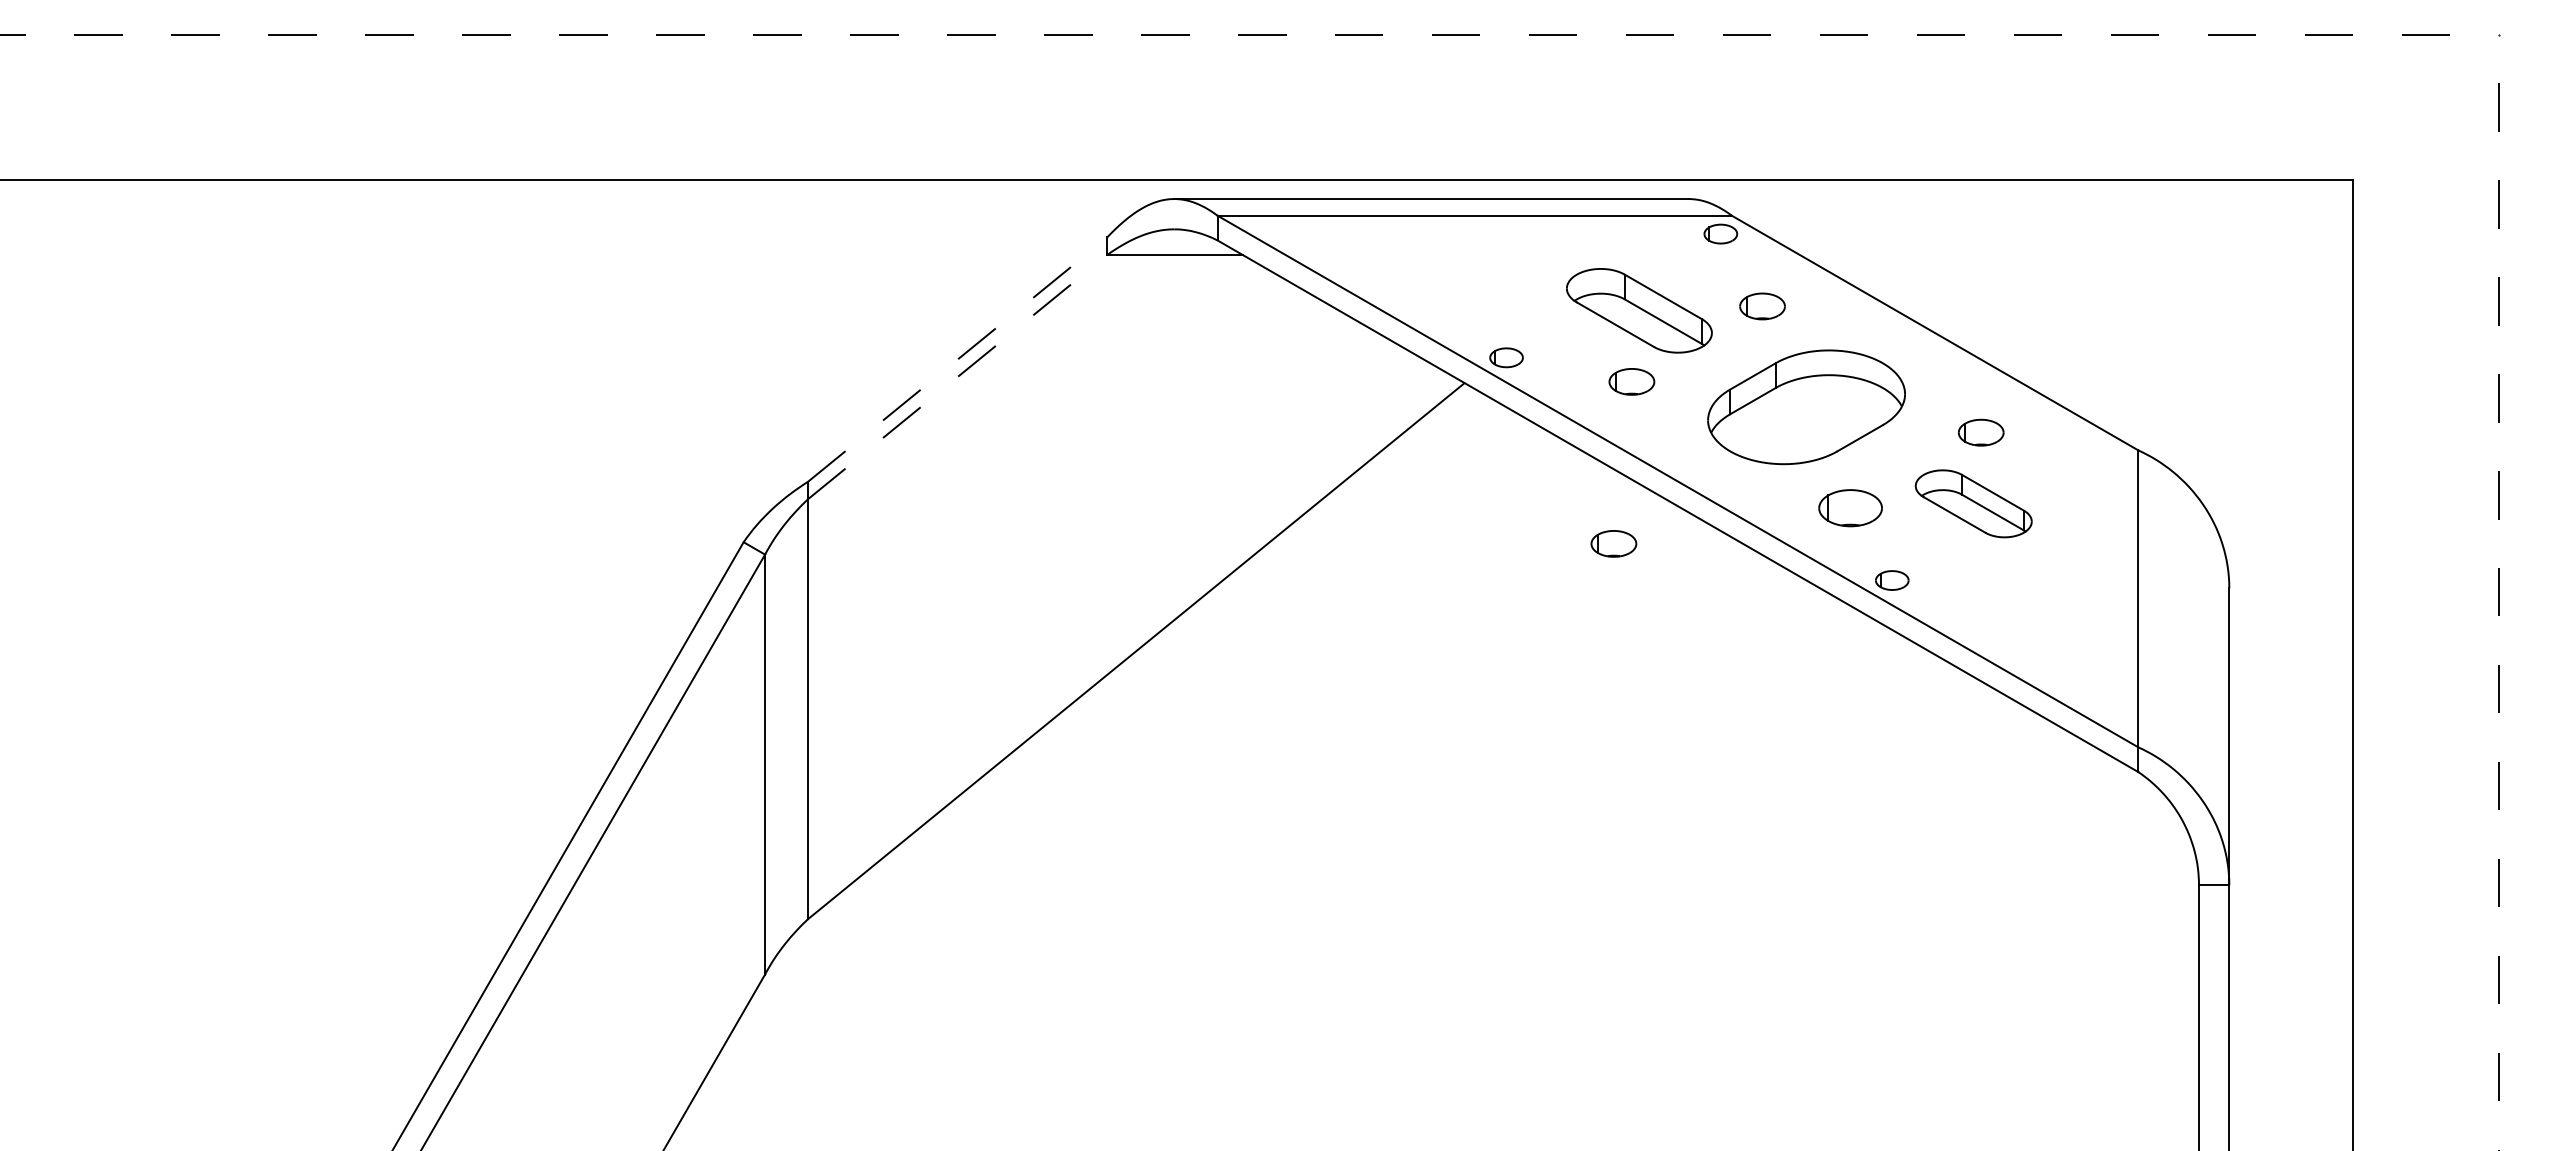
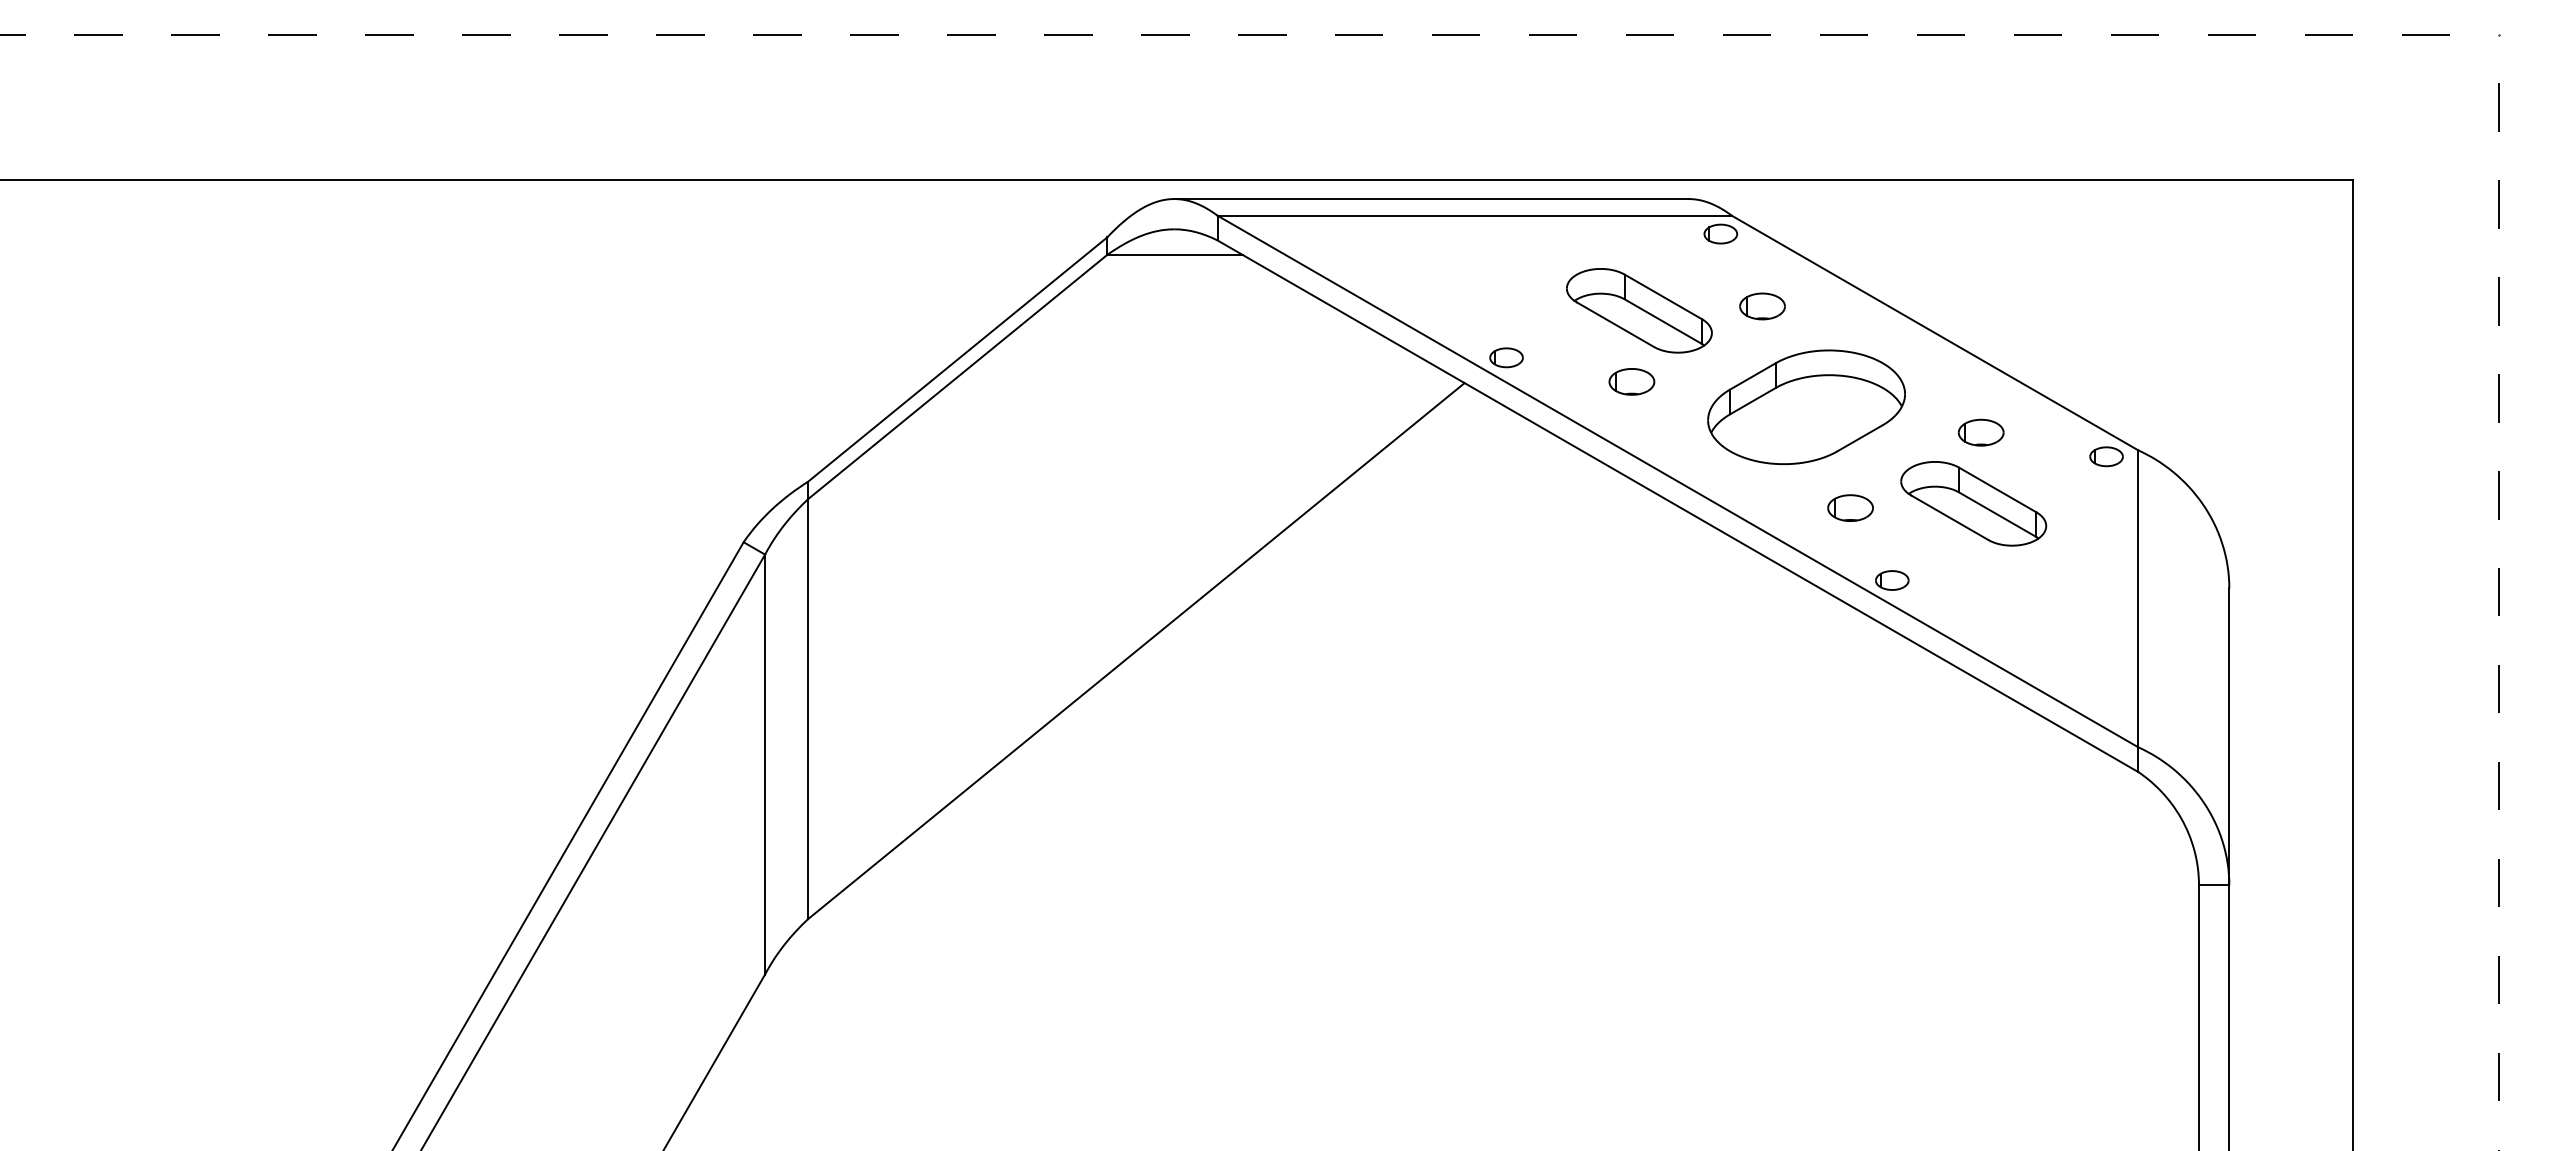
line at (957, 359): dashed -> solid
line at (957, 376): dashed -> solid
part at (2106, 456): none -> present
part at (1973, 503) size: 119x70 px -> 148x86 px
part at (1850, 508) size: 65x39 px -> 47x28 px
part at (1613, 543): present -> none
